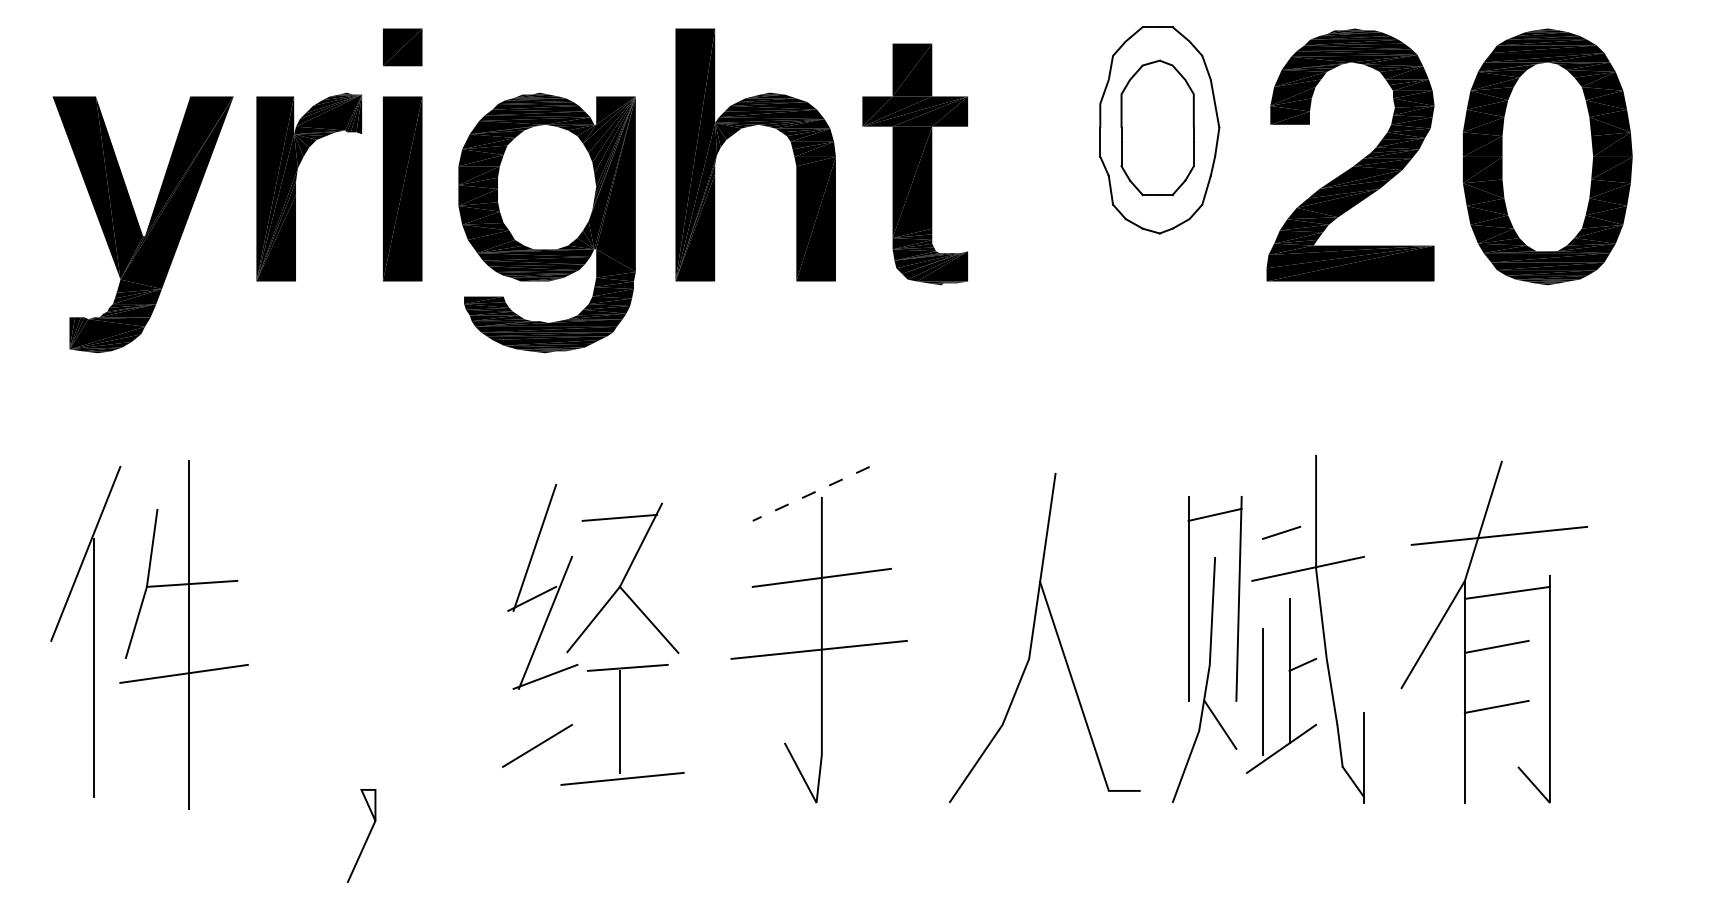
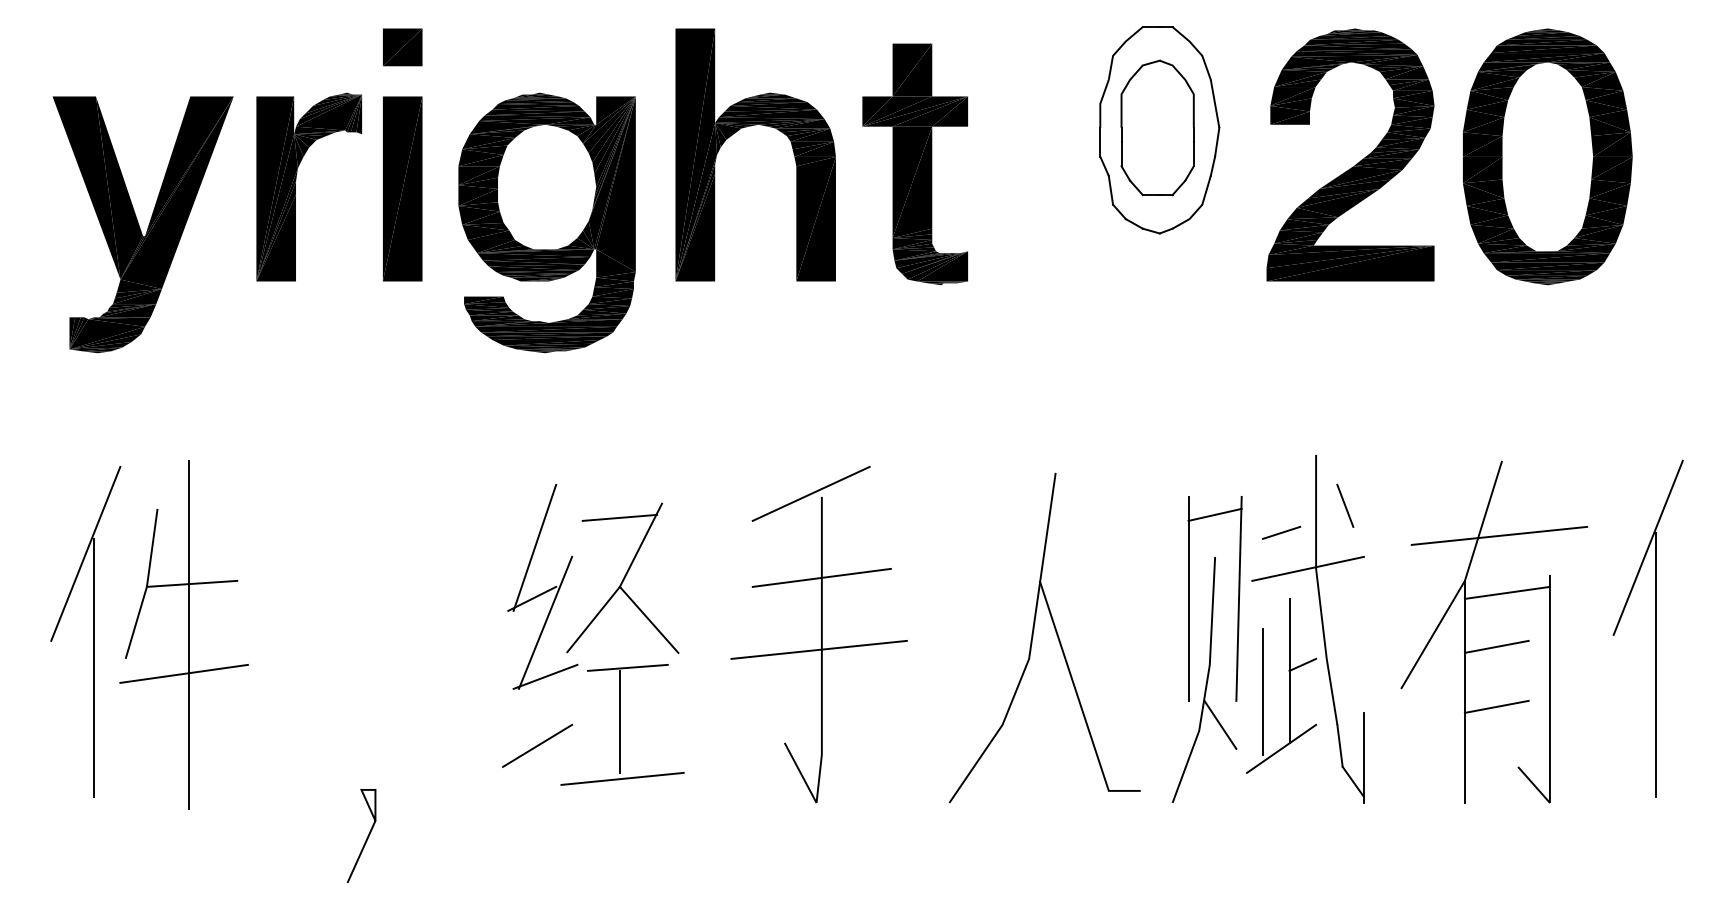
line at (810, 494): dashed -> solid
line at (1345, 505): none -> present
part at (1655, 628): none -> present
